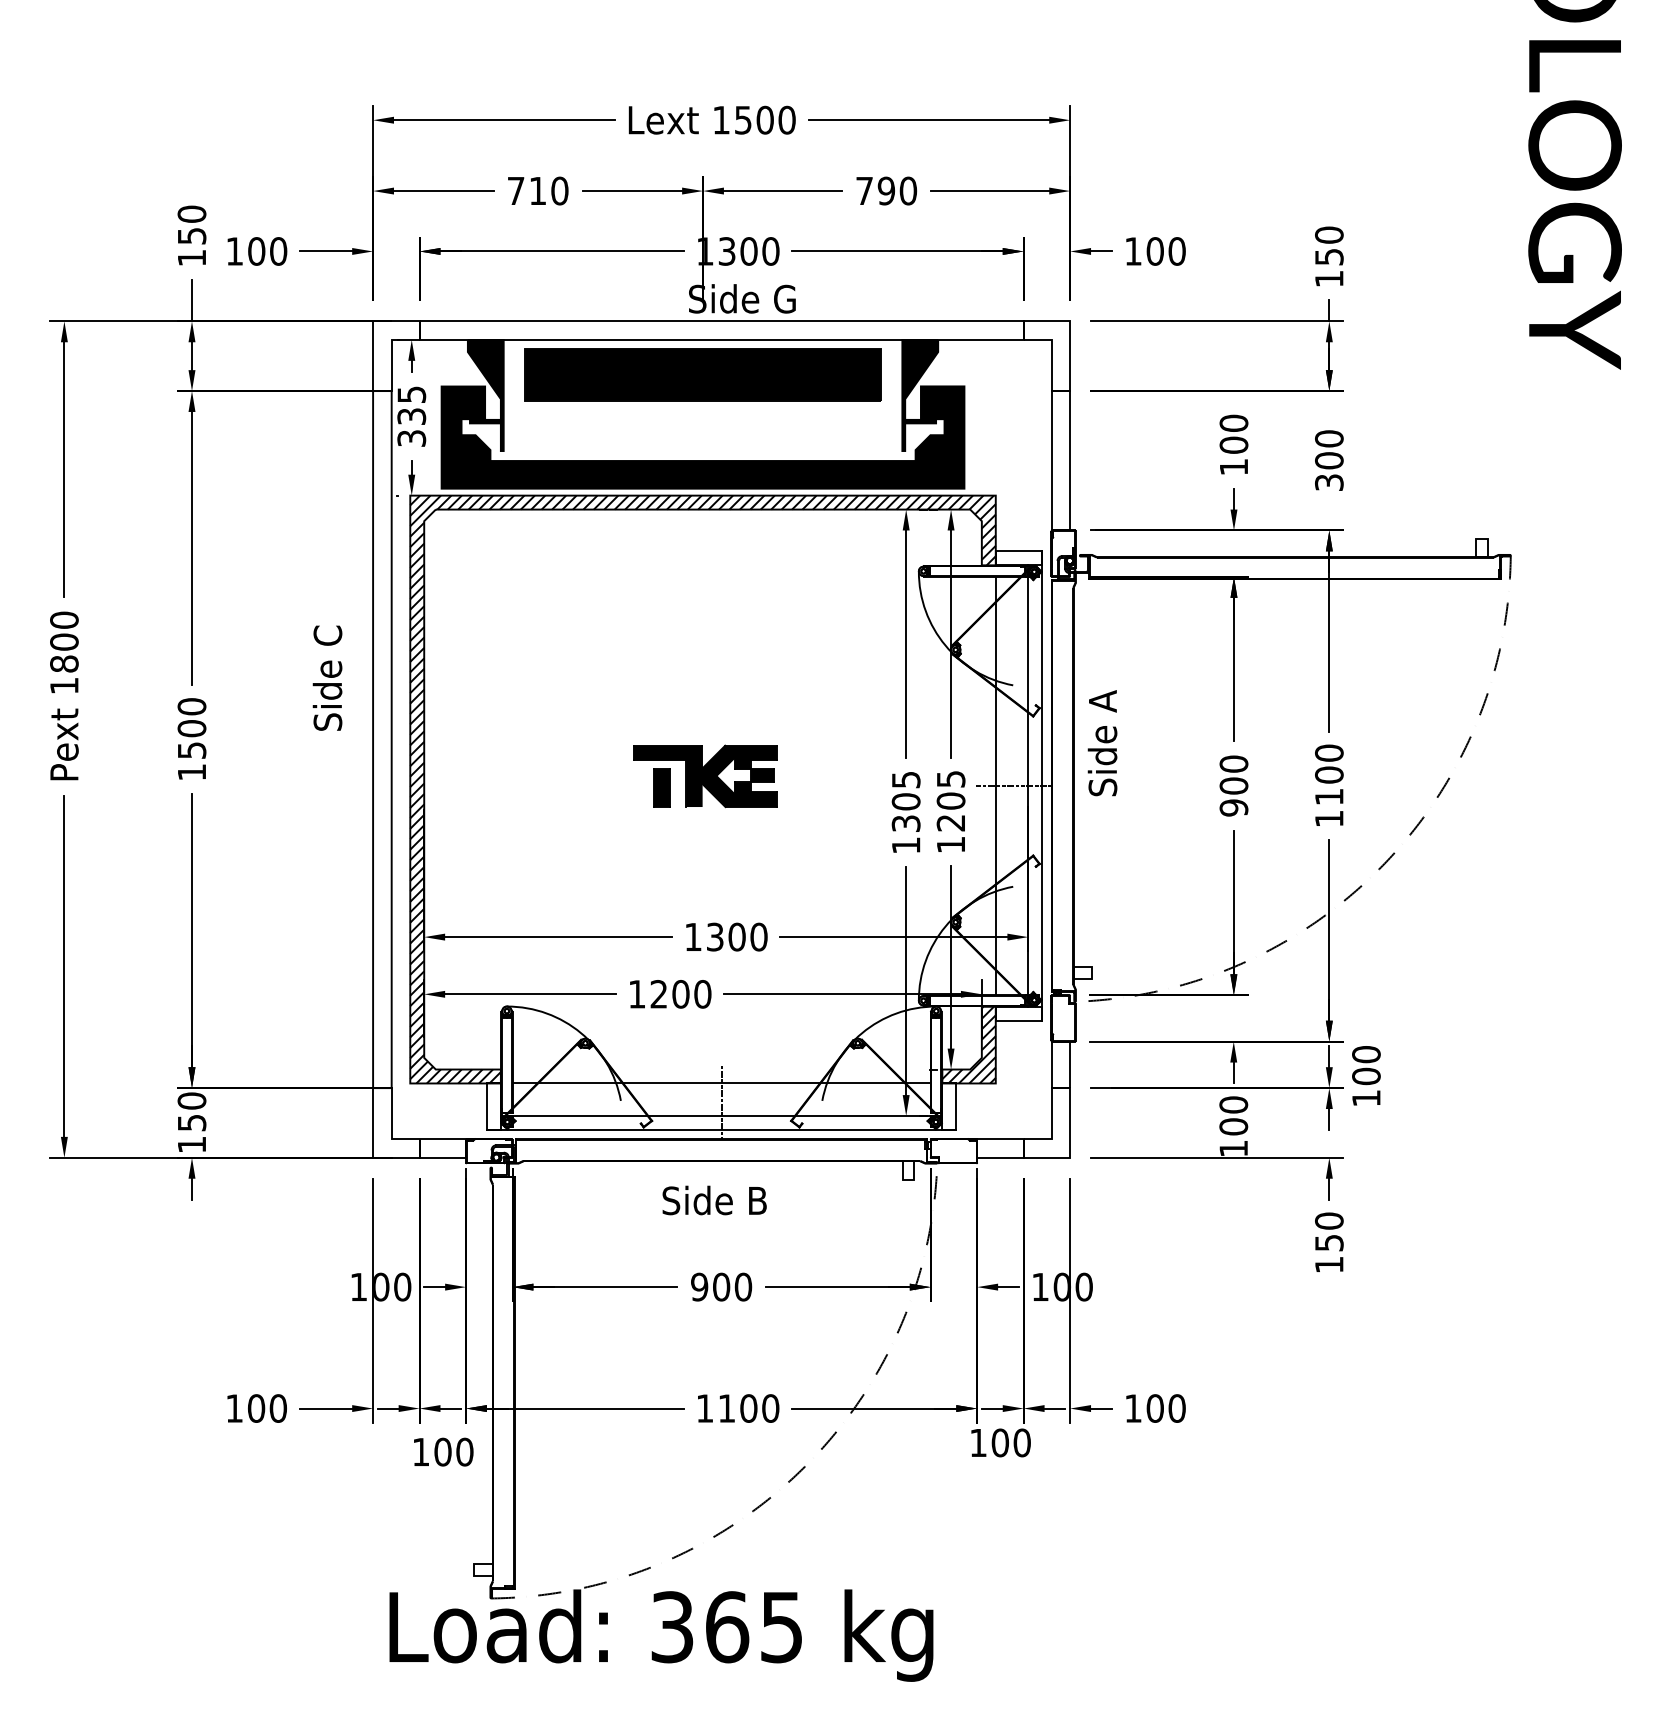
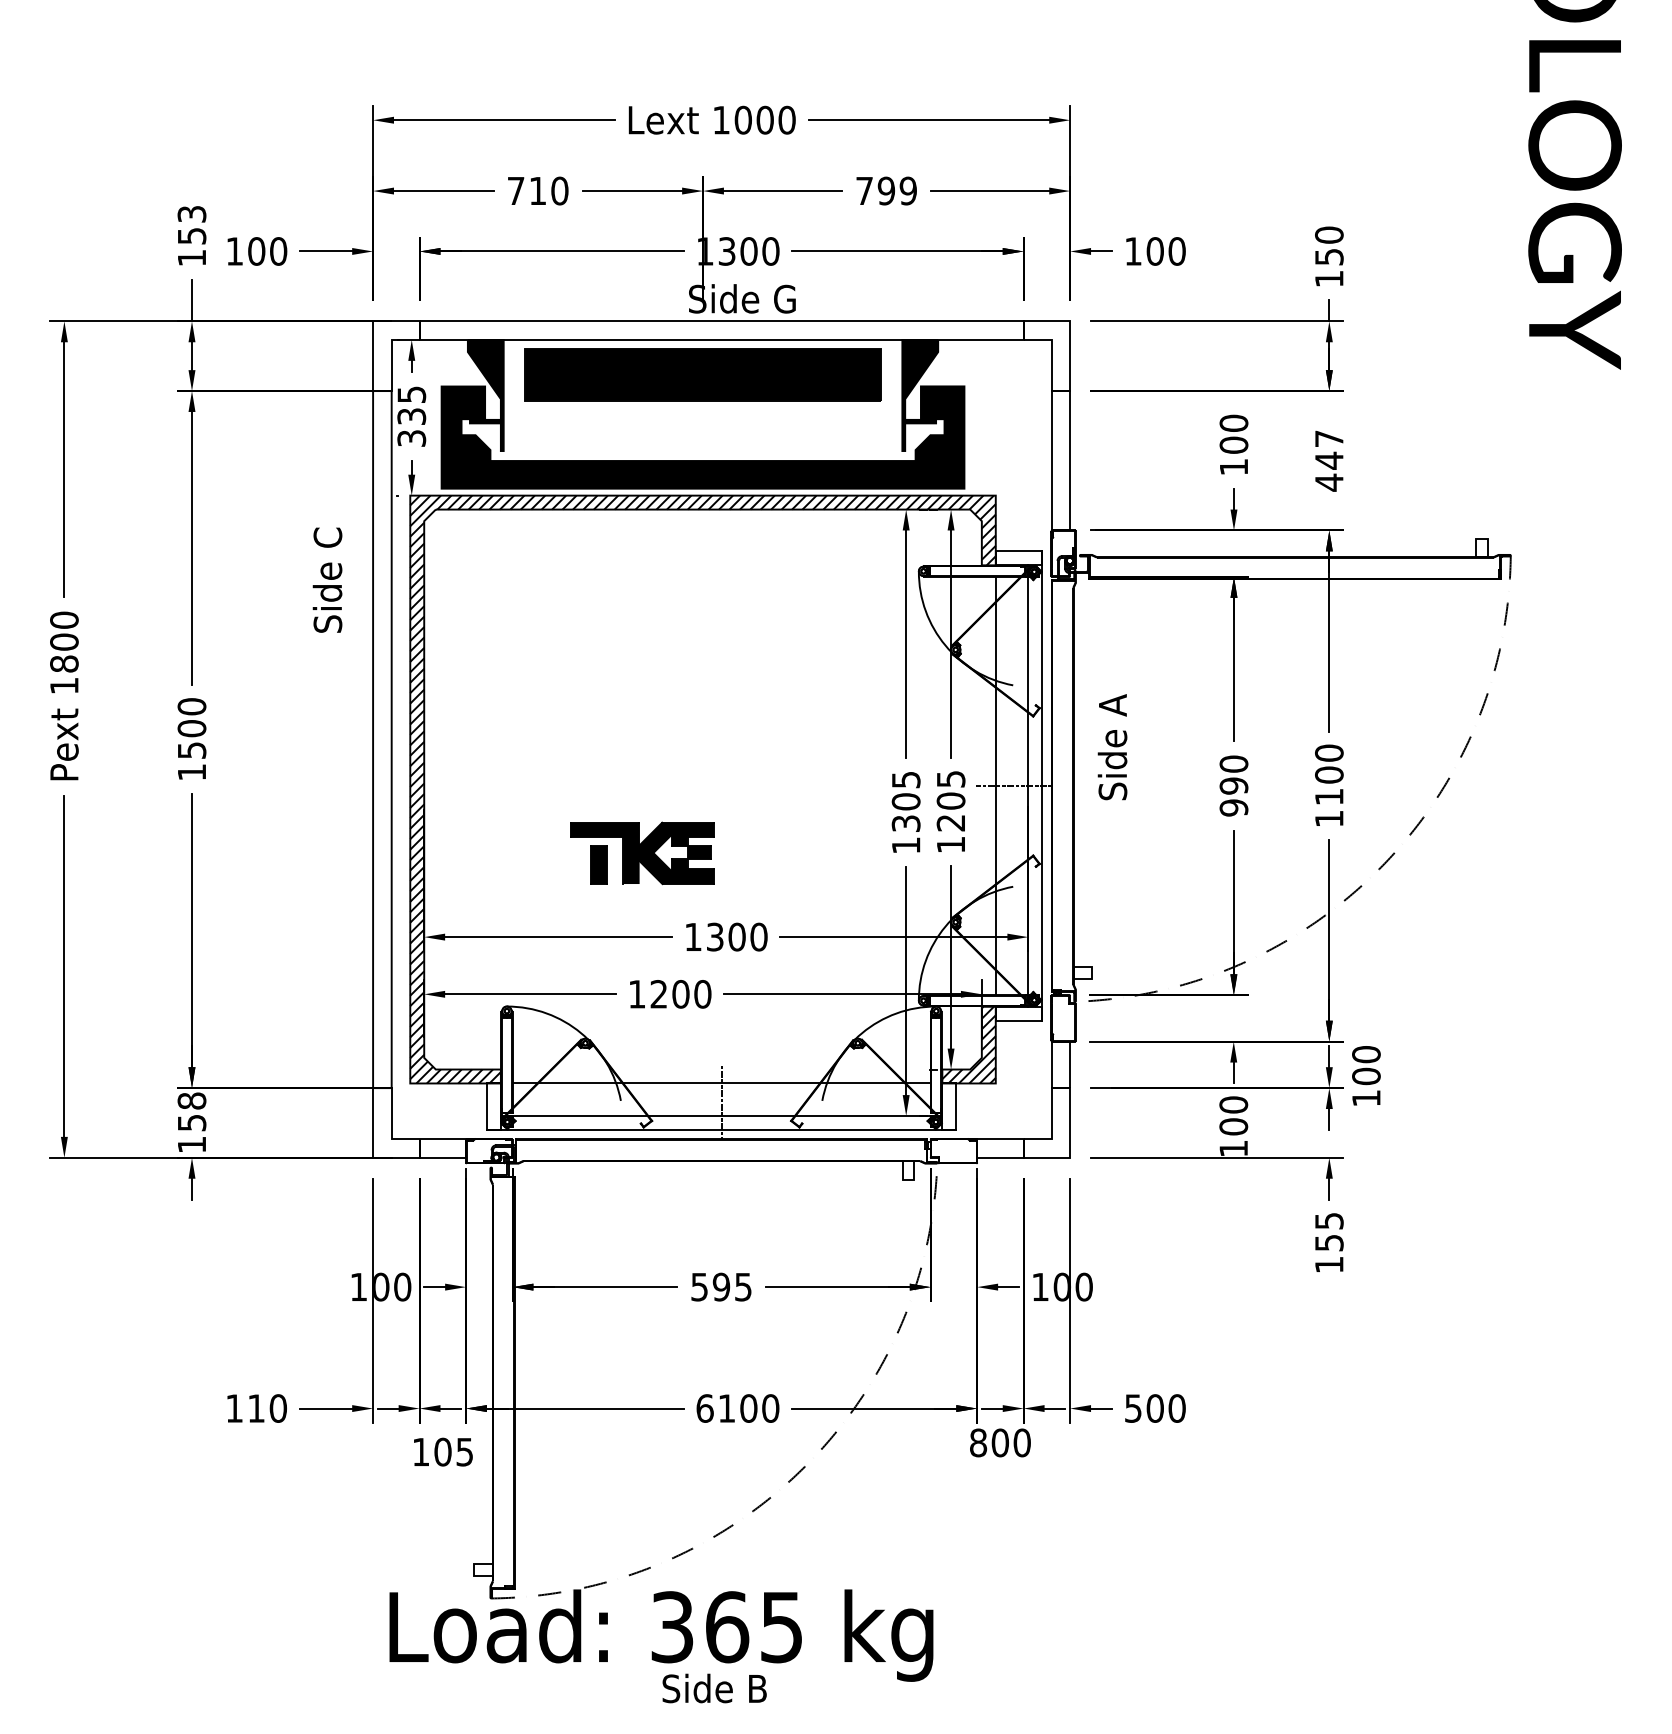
text at (742, 119): 1500 -> 1000
text at (908, 190): 790 -> 799
text at (191, 213): 150 -> 153
text at (1329, 460): 300 -> 447
text at (327, 677) position: (327, 677) -> (327, 579)
text at (1102, 743) position: (1102, 743) -> (1112, 747)
part at (705, 776) position: (705, 776) -> (642, 853)
text at (1233, 785): 900 -> 990
text at (192, 1100): 150 -> 158
text at (714, 1200) position: (714, 1200) -> (714, 1688)
text at (1329, 1220): 150 -> 155
text at (721, 1286): 900 -> 595
text at (256, 1408): 100 -> 110
text at (704, 1408): 1100 -> 6100
text at (1133, 1408): 100 -> 500
text at (978, 1442): 100 -> 800
text at (464, 1451): 100 -> 105
